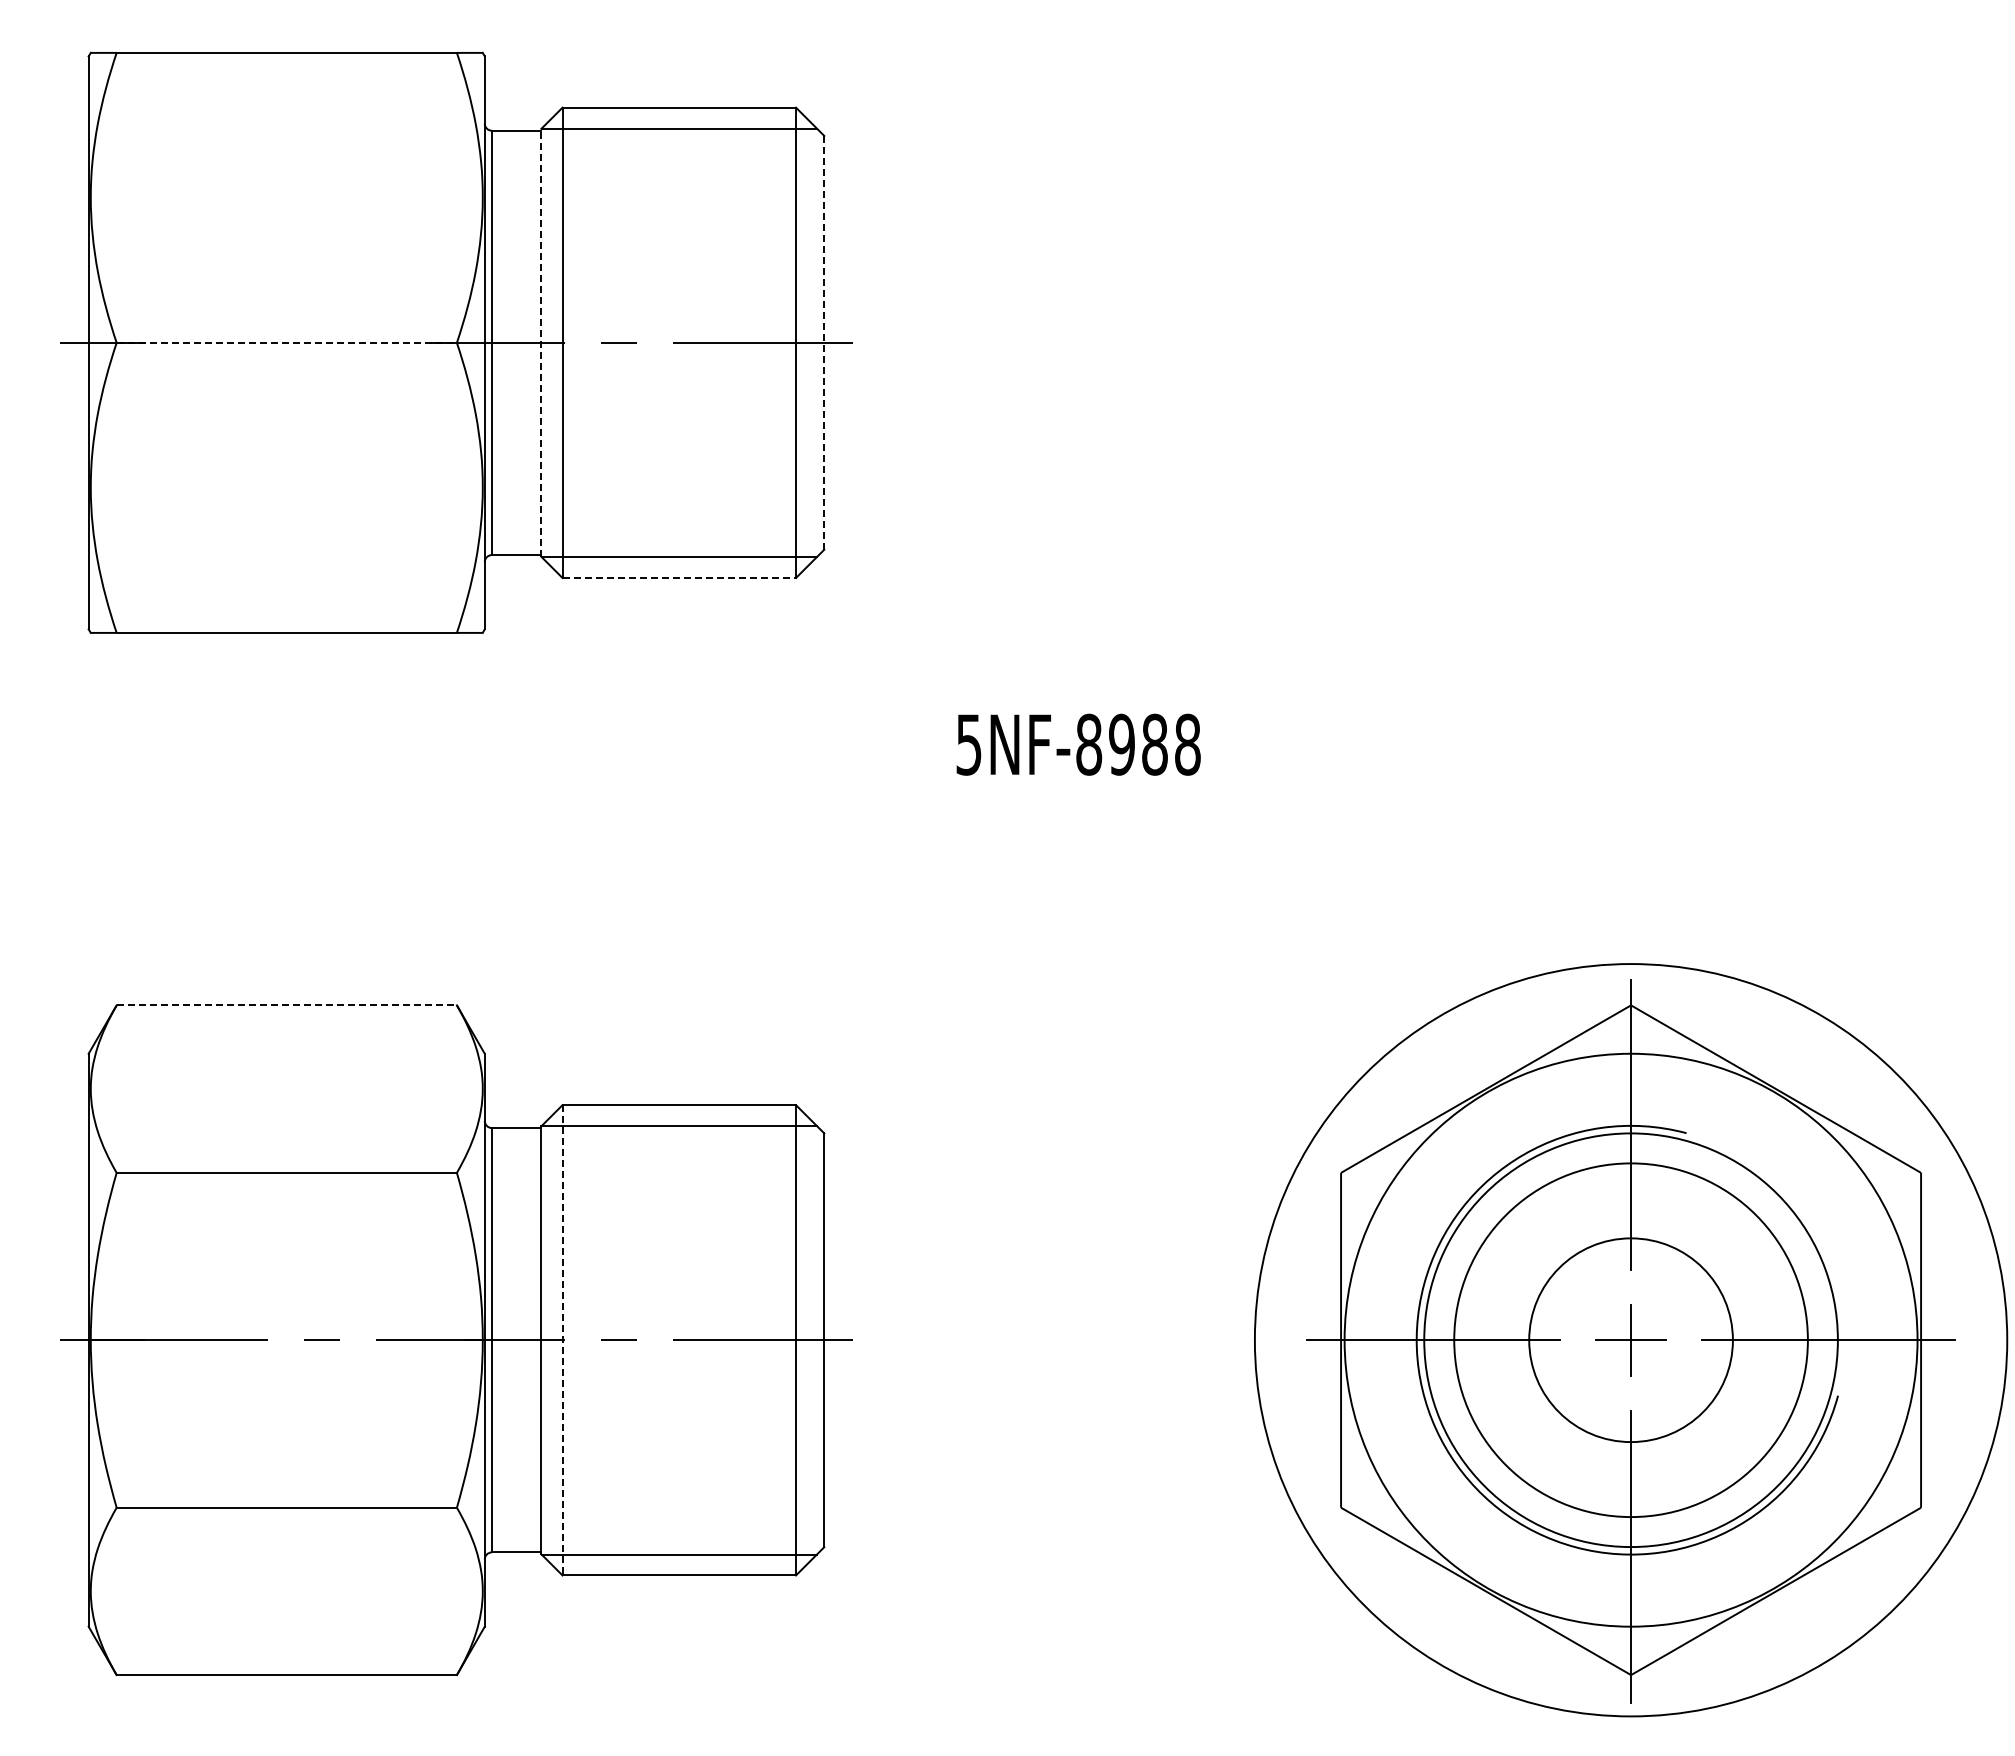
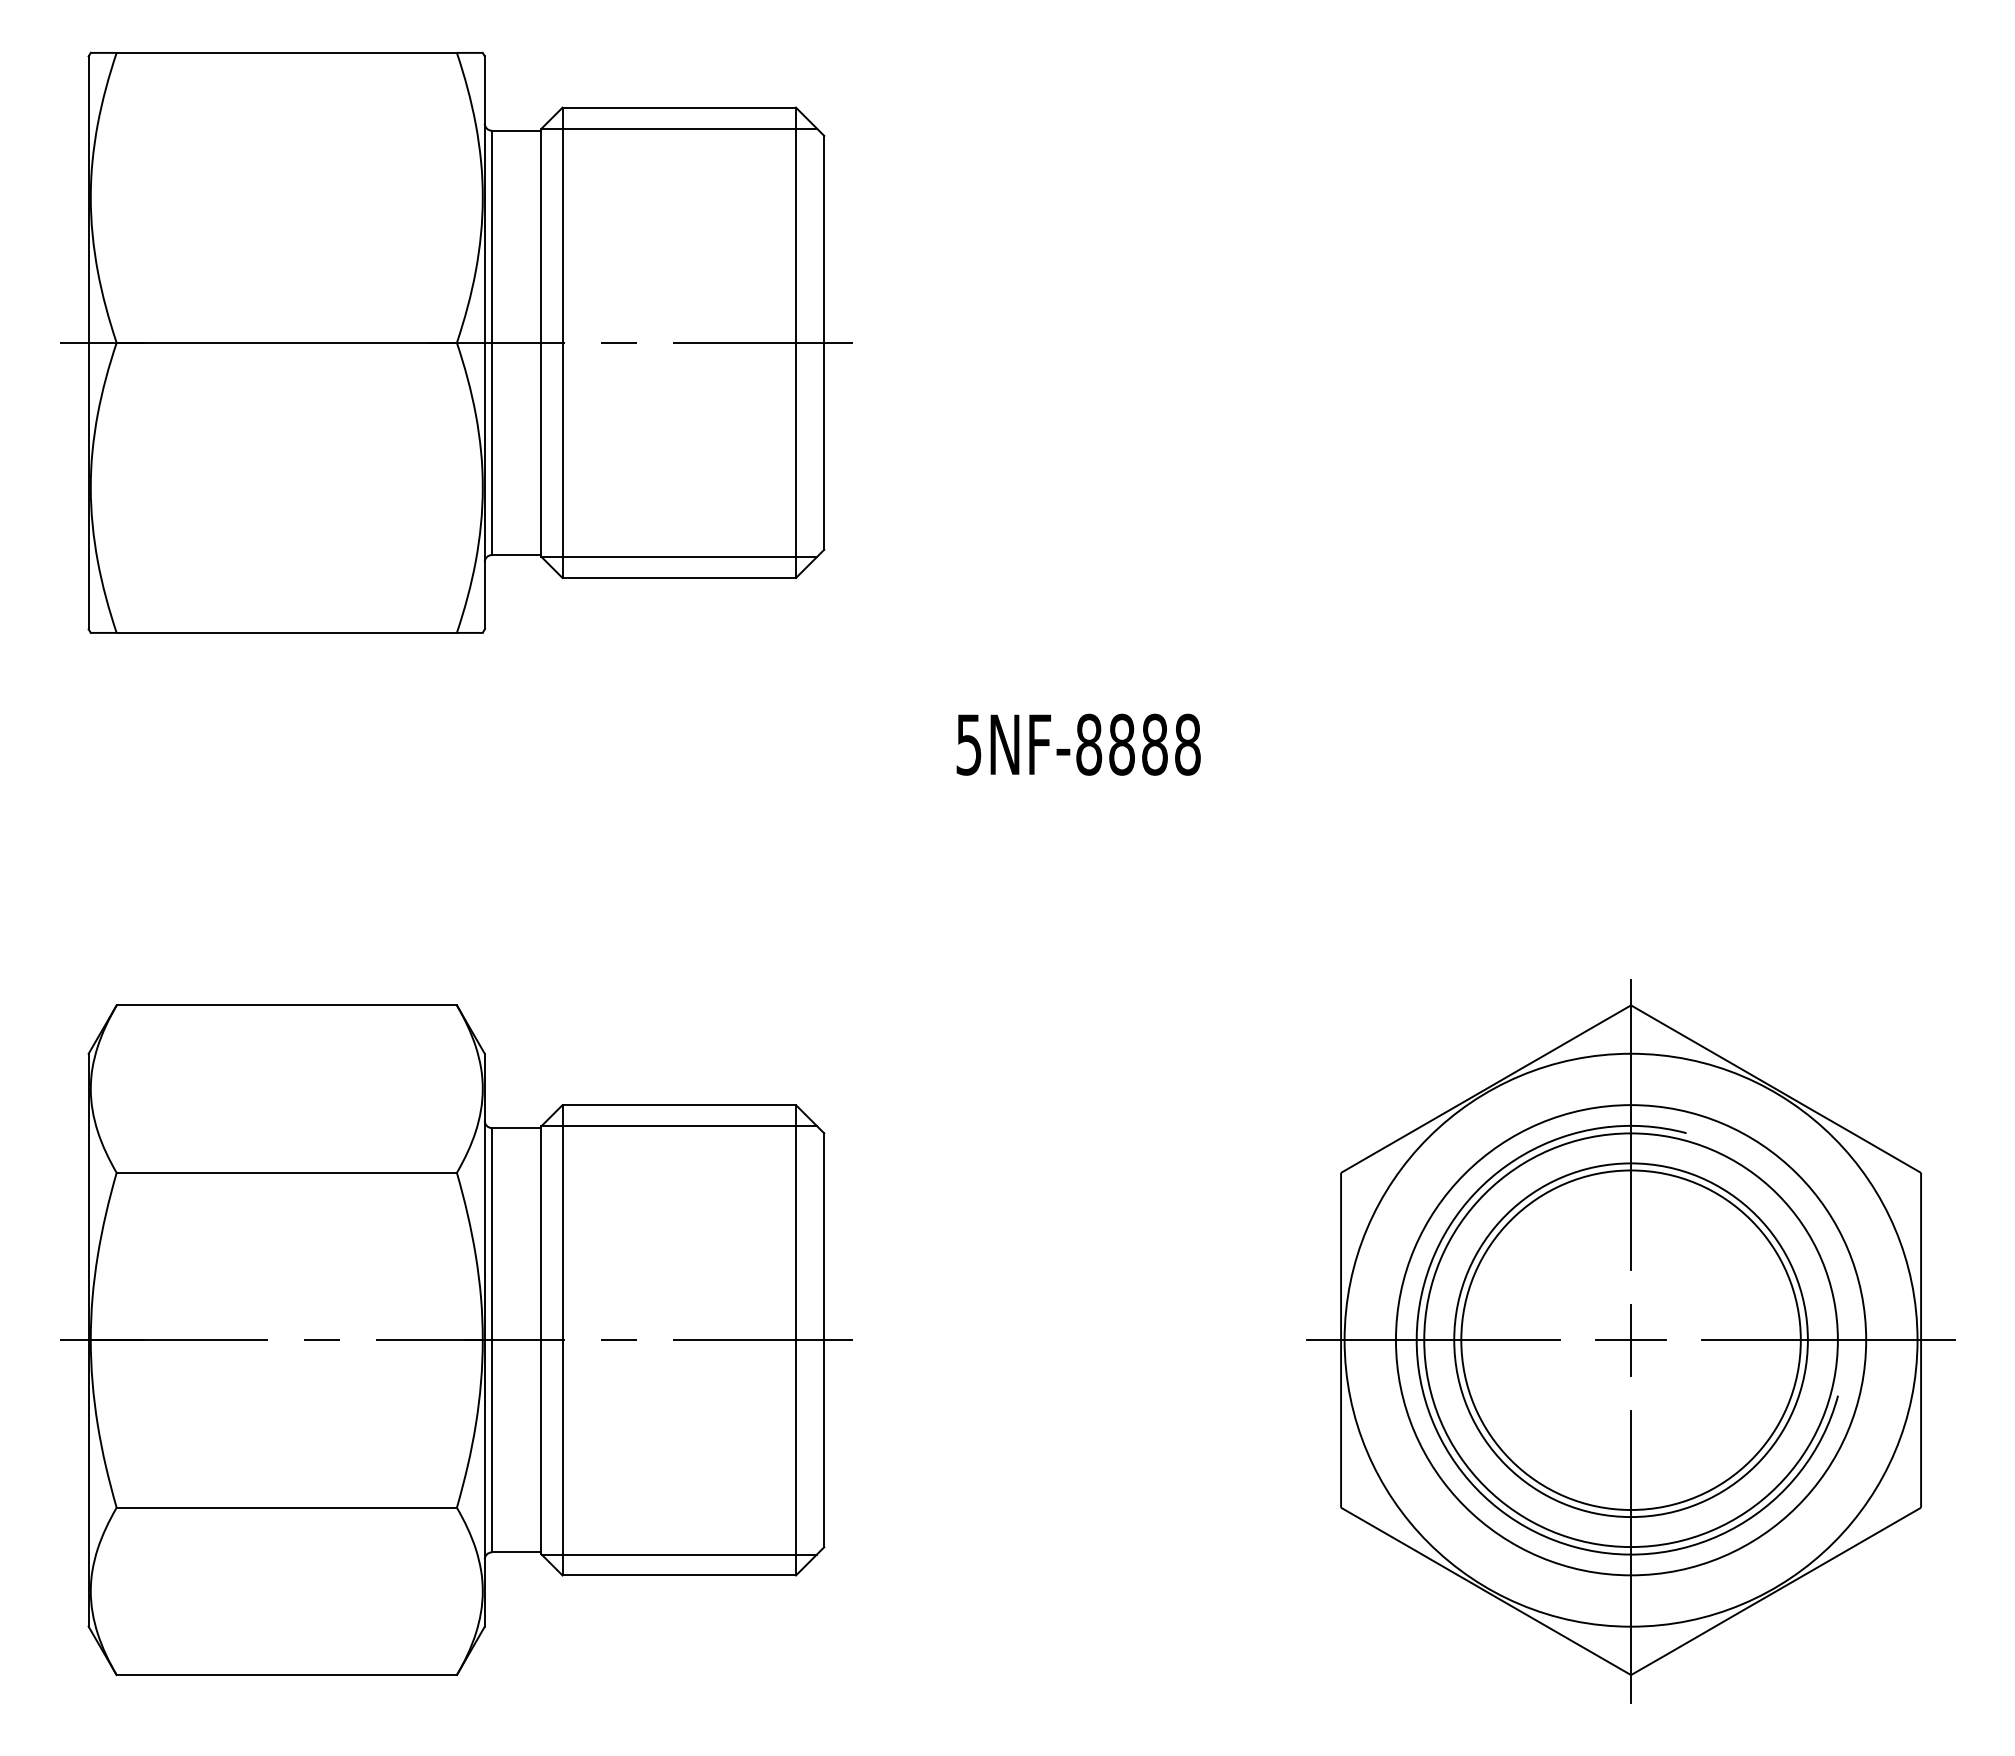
line at (287, 342): dashed -> solid
line at (541, 342): dashed -> solid
line at (824, 342): dashed -> solid
line at (679, 578): dashed -> solid
text at (1121, 744): 5NF-8988 -> 5NF-8888
line at (287, 1005): dashed -> solid
line at (562, 1340): dashed -> solid
circle at (1630, 1340) diameter: 204 px -> 340 px
circle at (1630, 1340) diameter: 752 px -> 470 px
